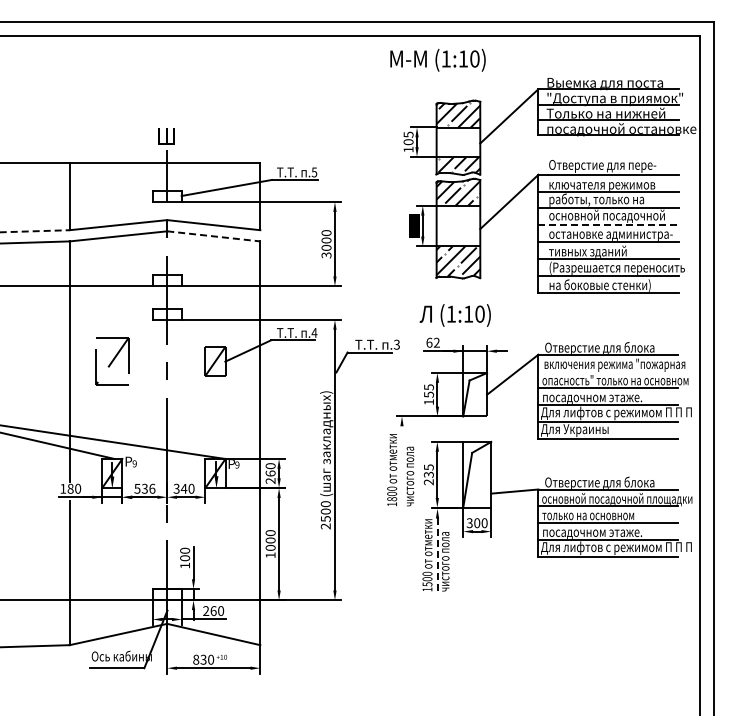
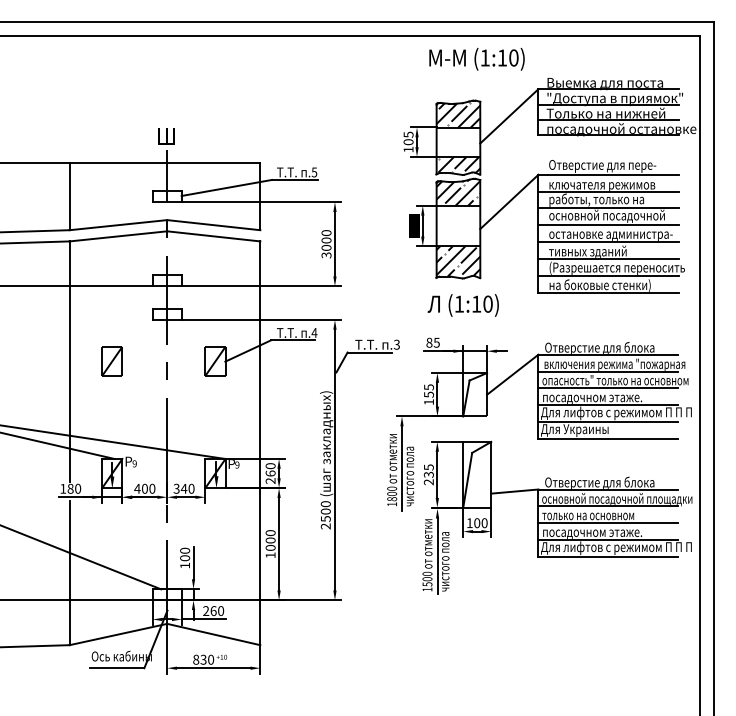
text at (437, 59) position: (437, 59) -> (476, 58)
line at (609, 225): dashed -> solid
line at (35, 231): dashed -> solid
line at (213, 236): dashed -> solid
text at (454, 315) position: (454, 315) -> (462, 305)
text at (432, 342): 62 -> 85
part at (112, 361) size: 35x49 px -> 22x31 px
line at (608, 371): none -> present
line at (402, 468): none -> present
text at (144, 488): 536 -> 400
text at (469, 523): 300 -> 100
line at (437, 556): dashed -> solid
line at (81, 557): none -> present
